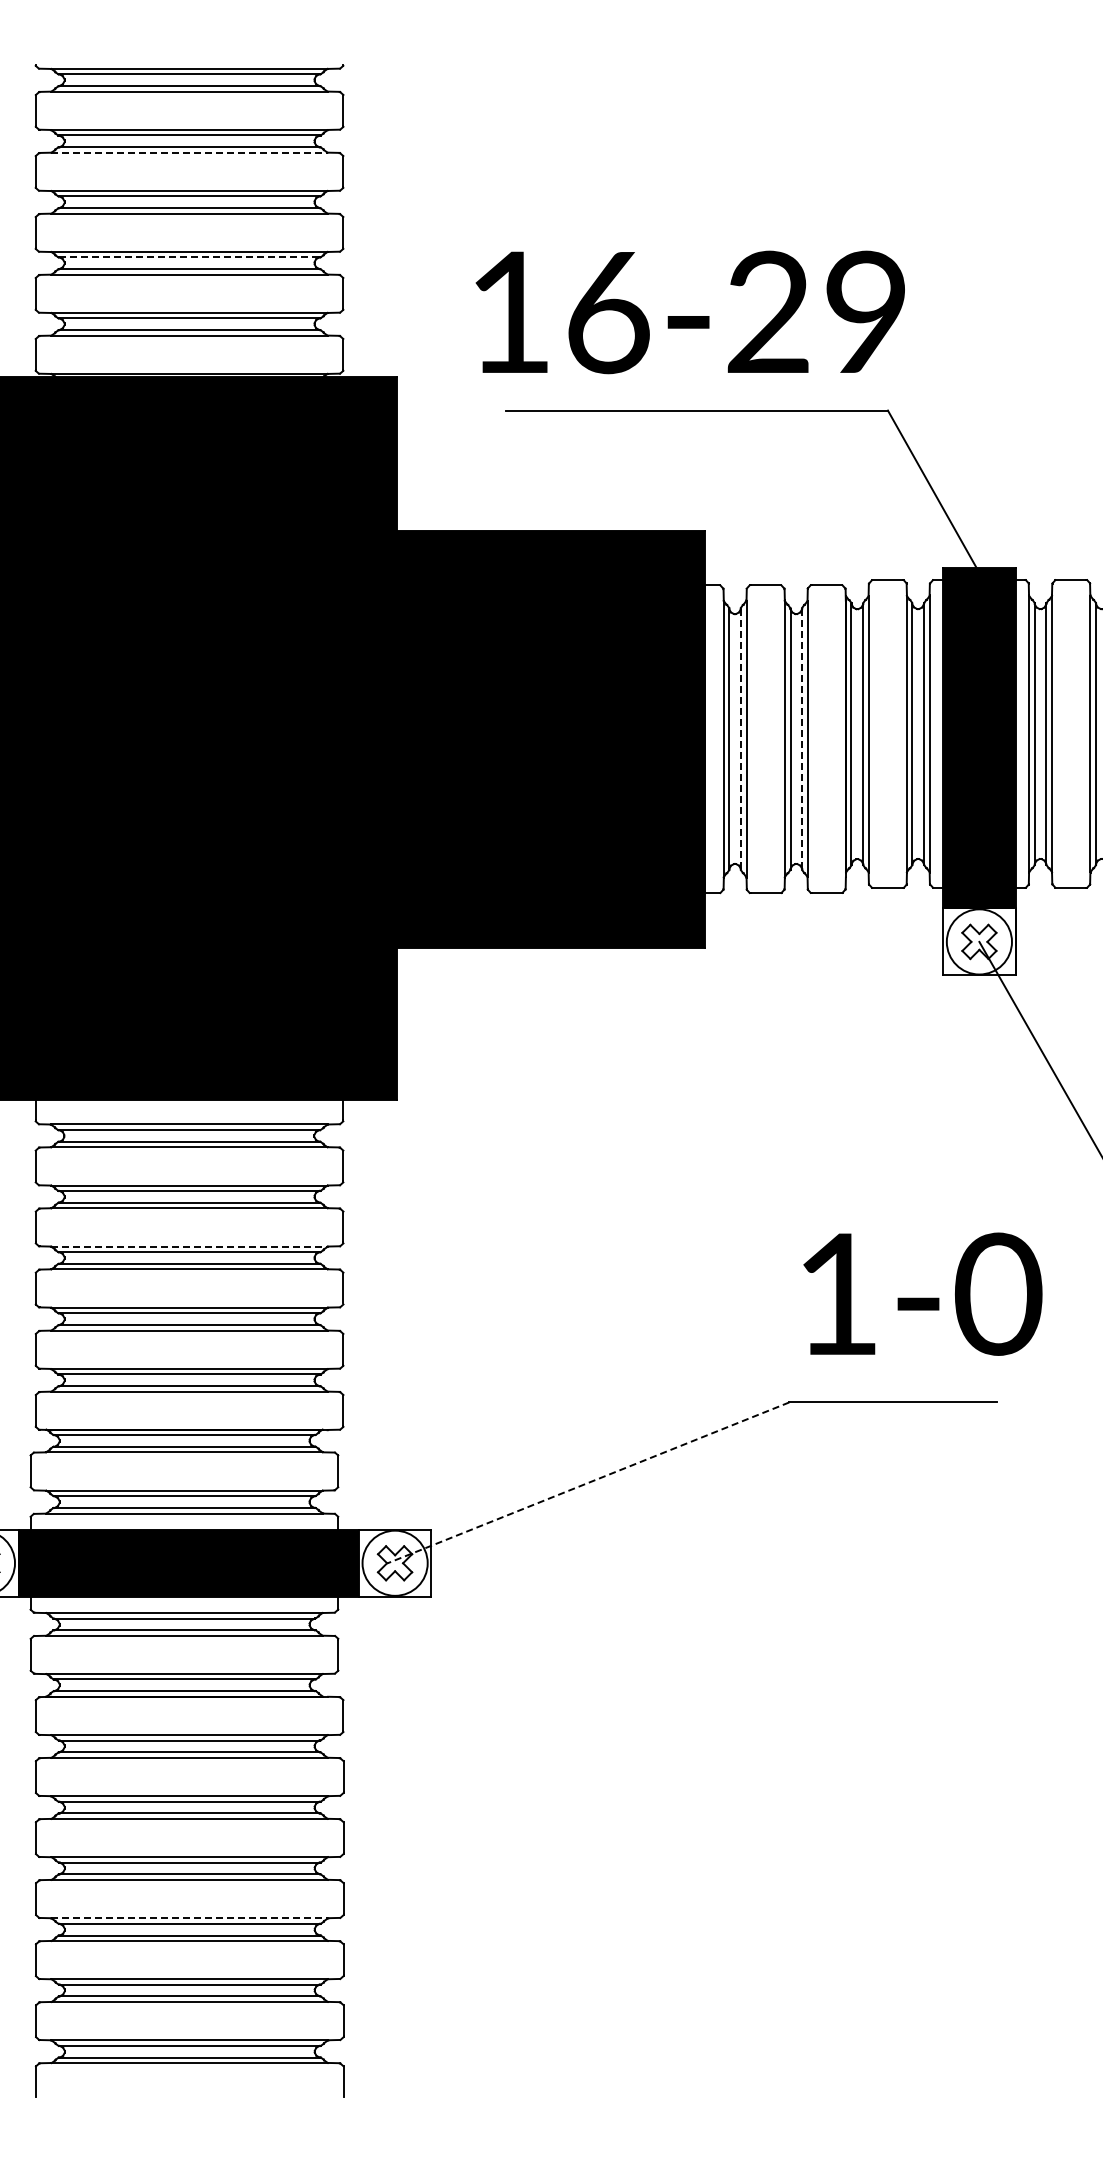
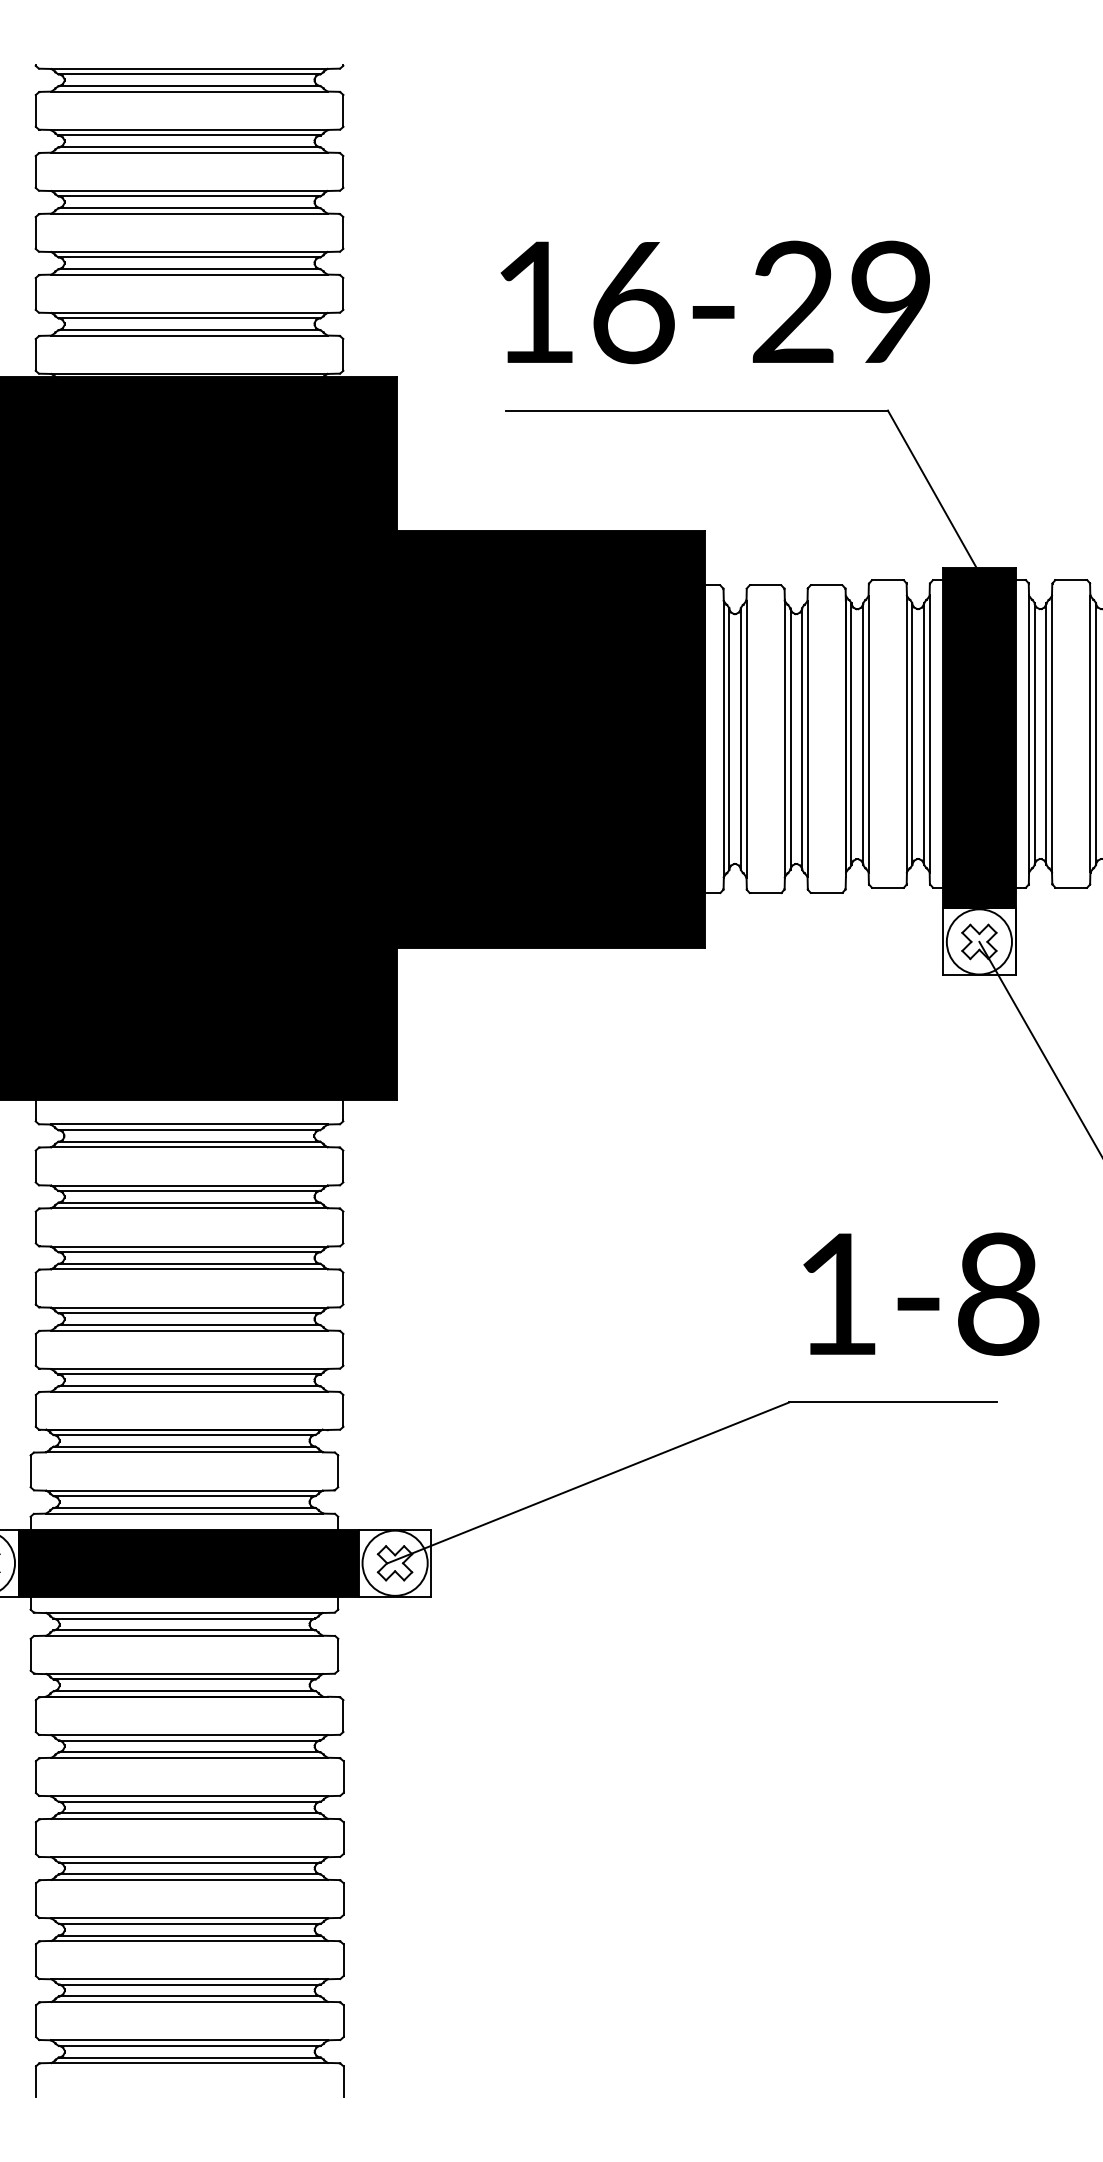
line at (190, 152): dashed -> solid
line at (189, 257): dashed -> solid
text at (689, 312) position: (689, 312) -> (714, 302)
line at (741, 739): dashed -> solid
line at (802, 739): dashed -> solid
line at (190, 1246): dashed -> solid
text at (998, 1294): 1-0 -> 1-8
line at (588, 1483): dashed -> solid
line at (190, 1918): dashed -> solid
